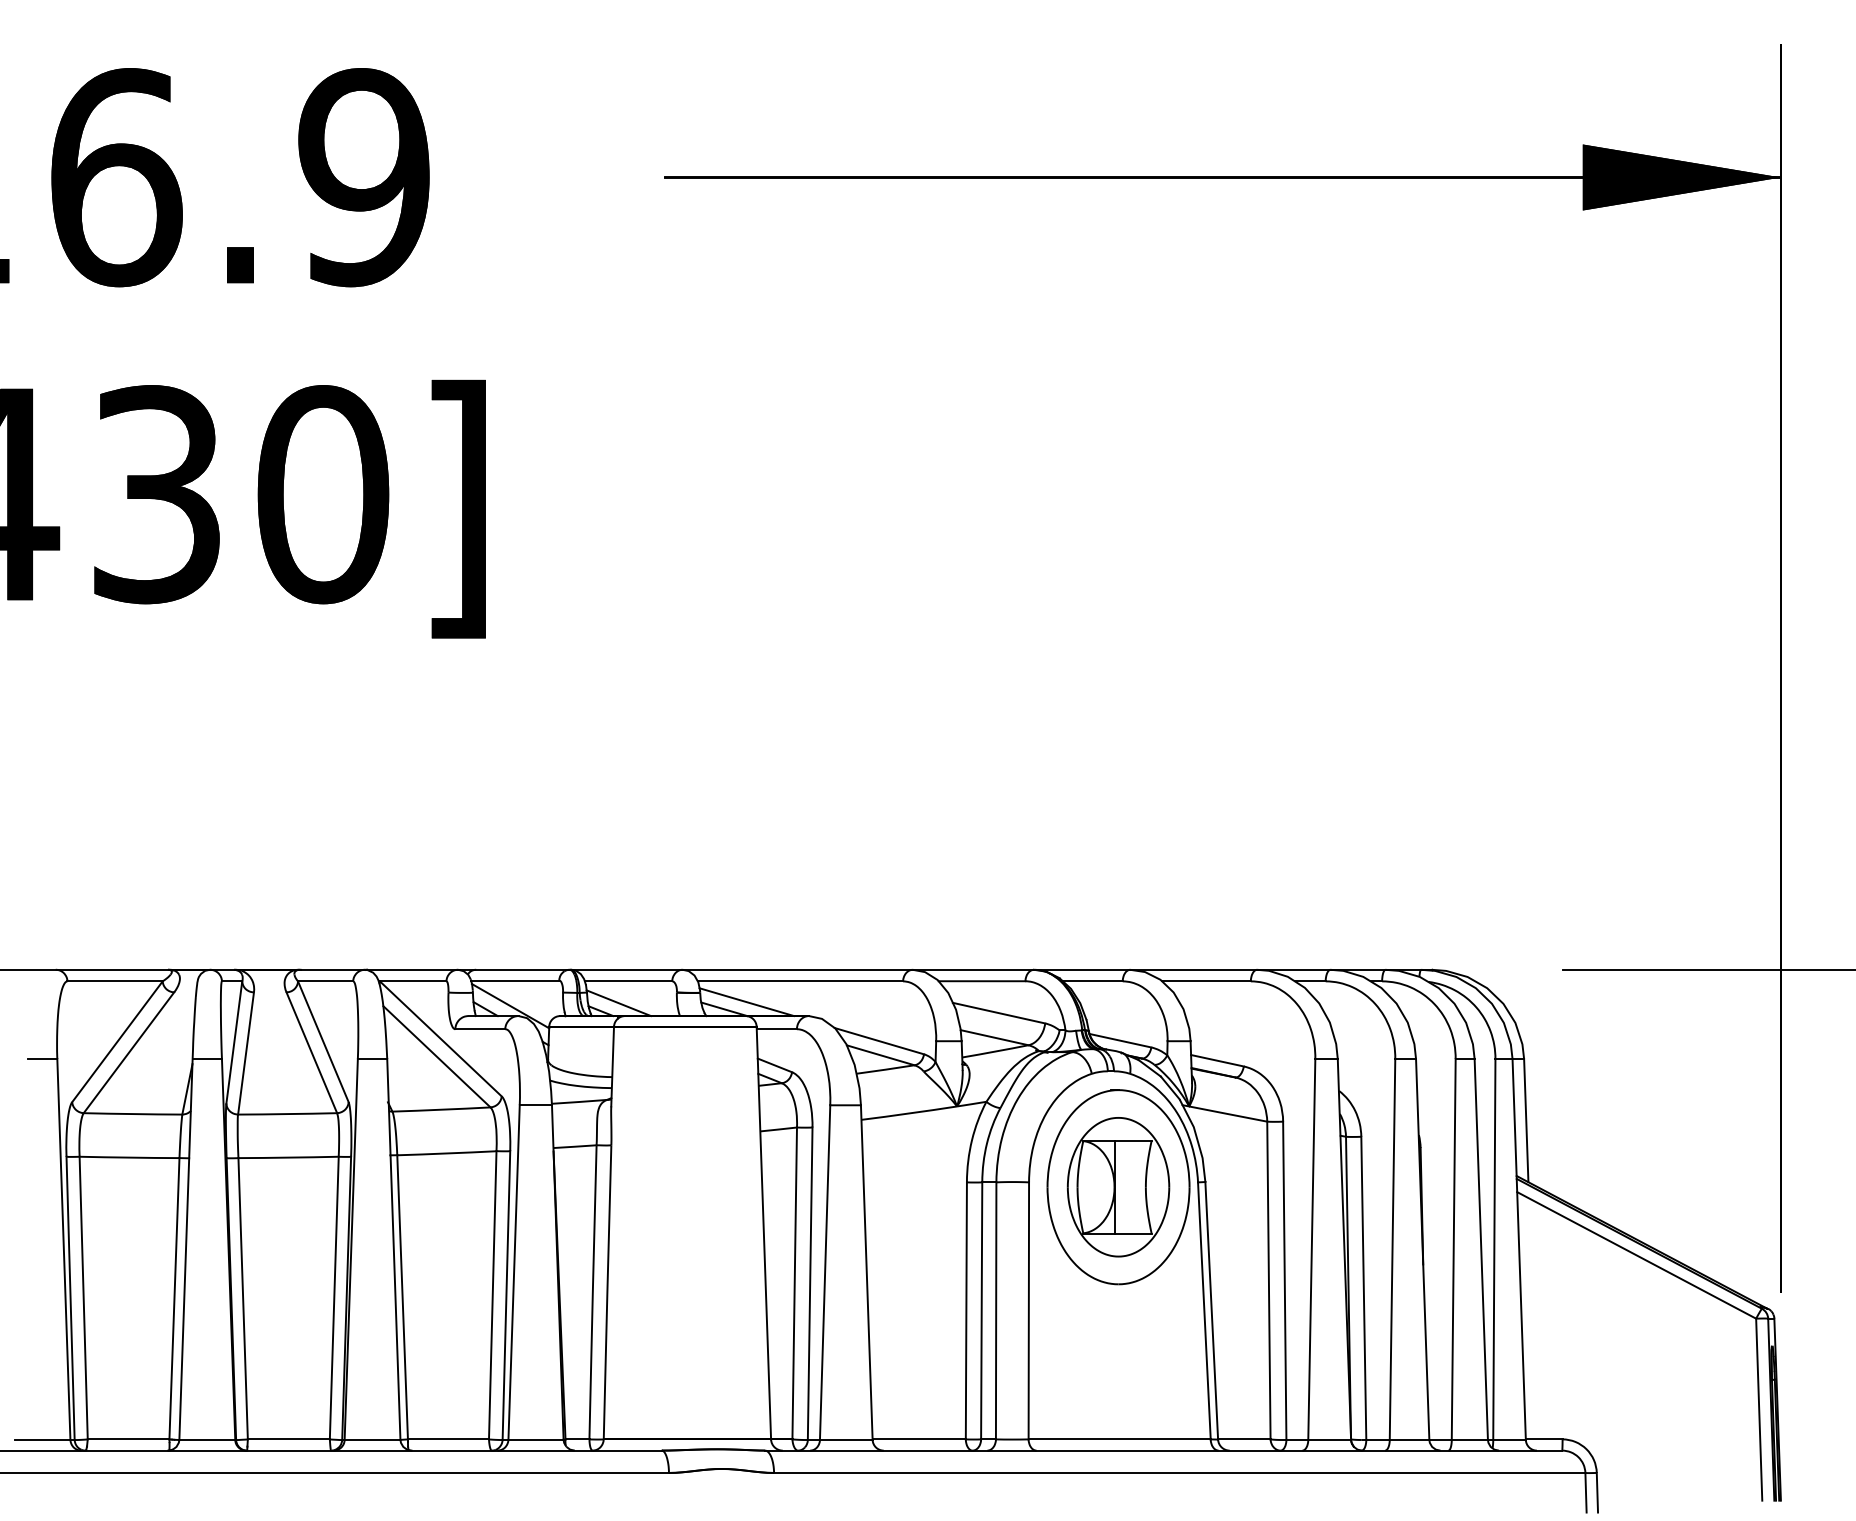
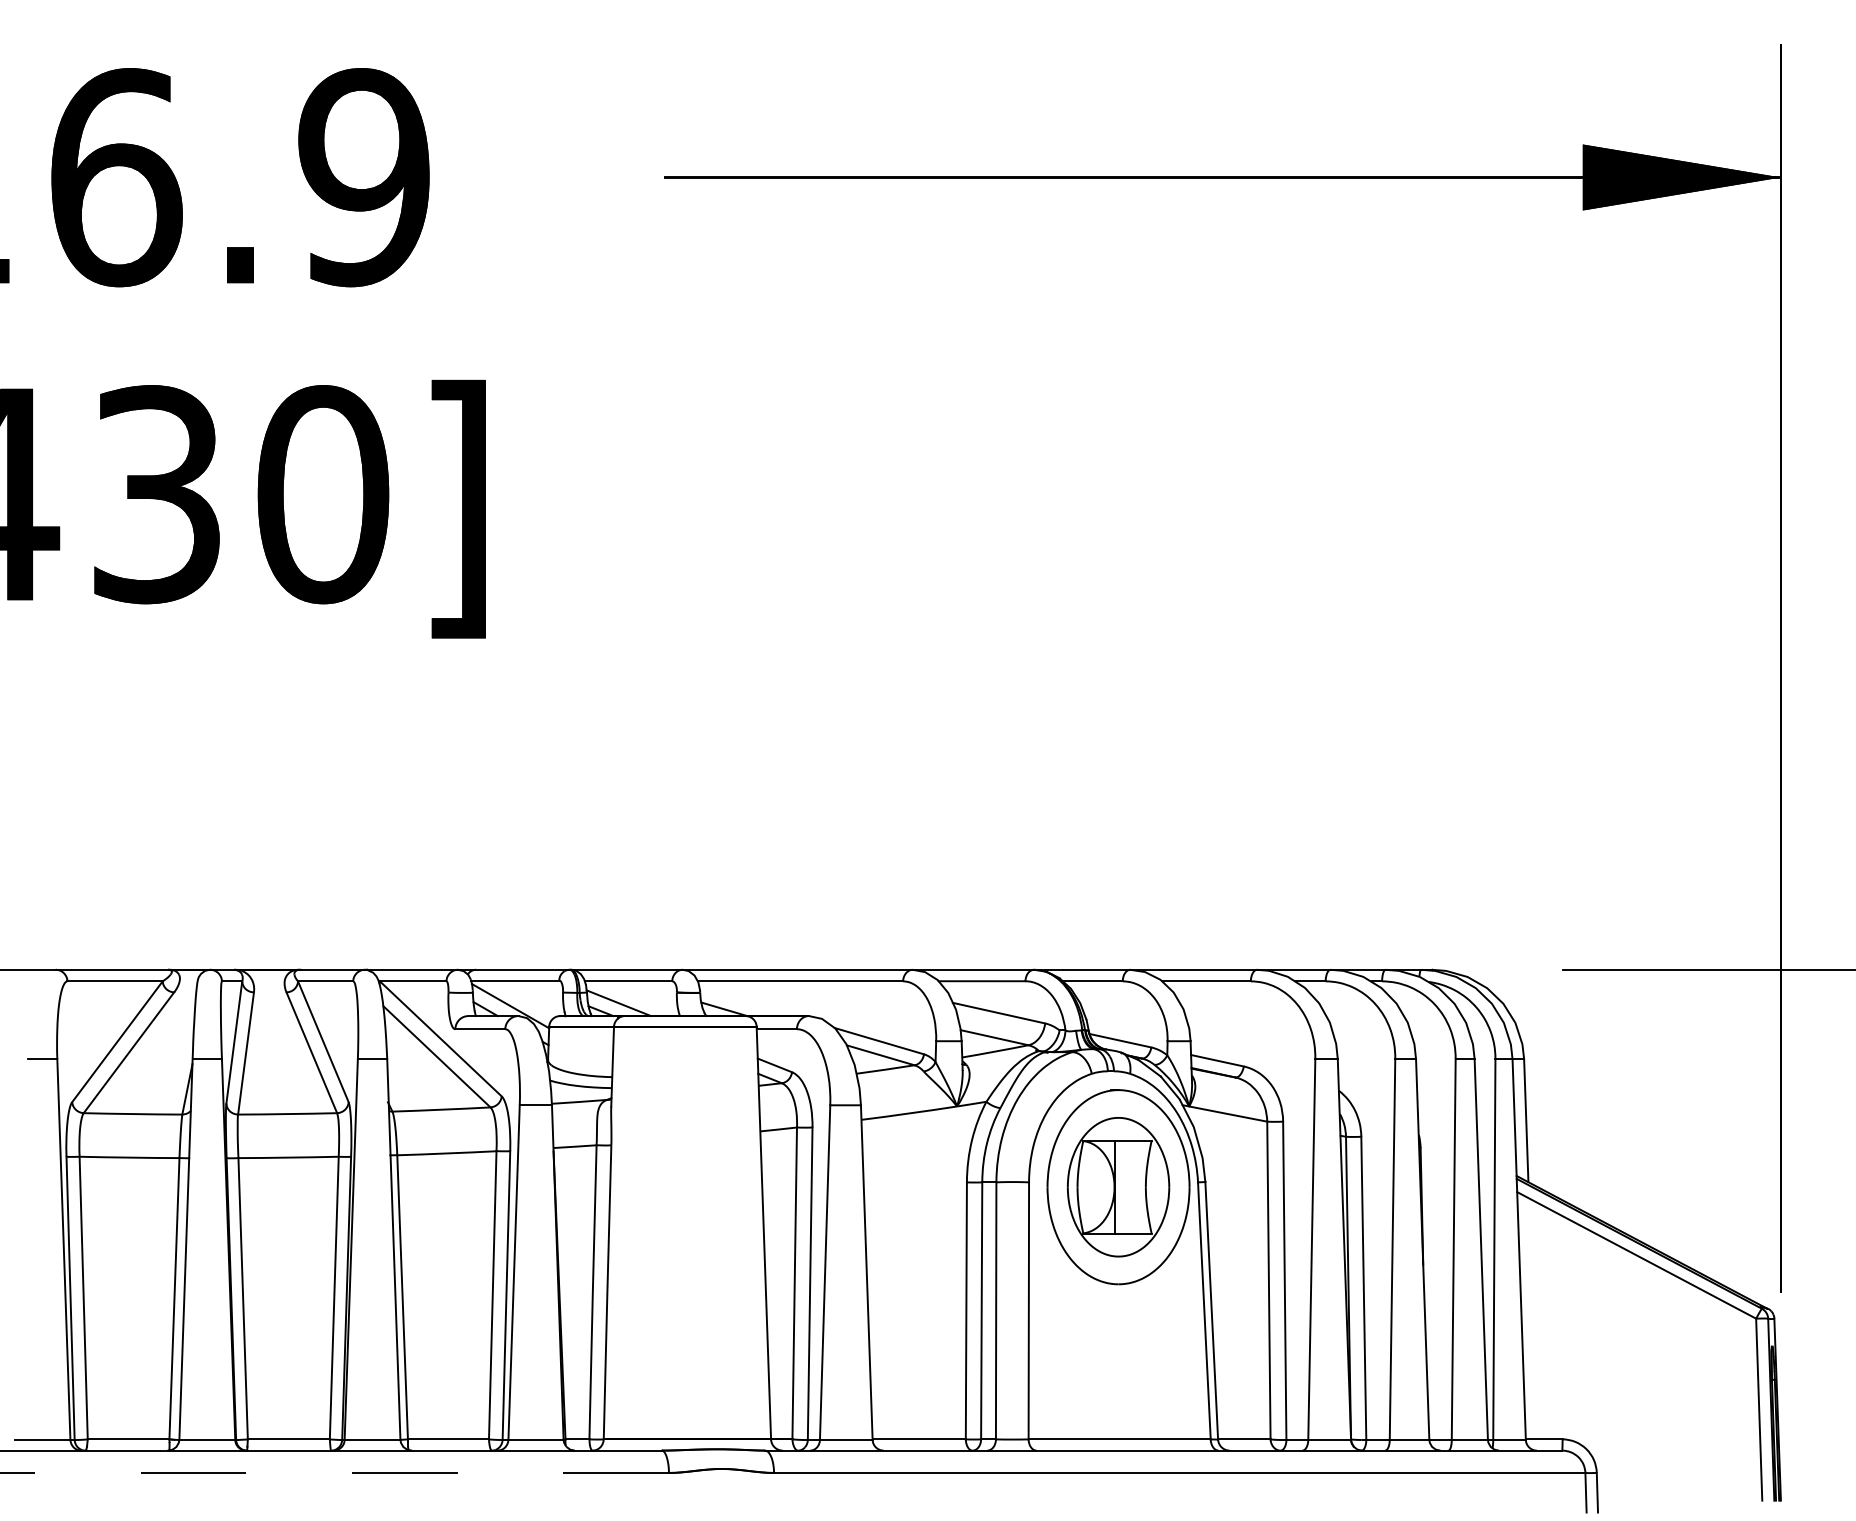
line at (746, 1002): present -> none
line at (334, 1472): solid -> dashed
